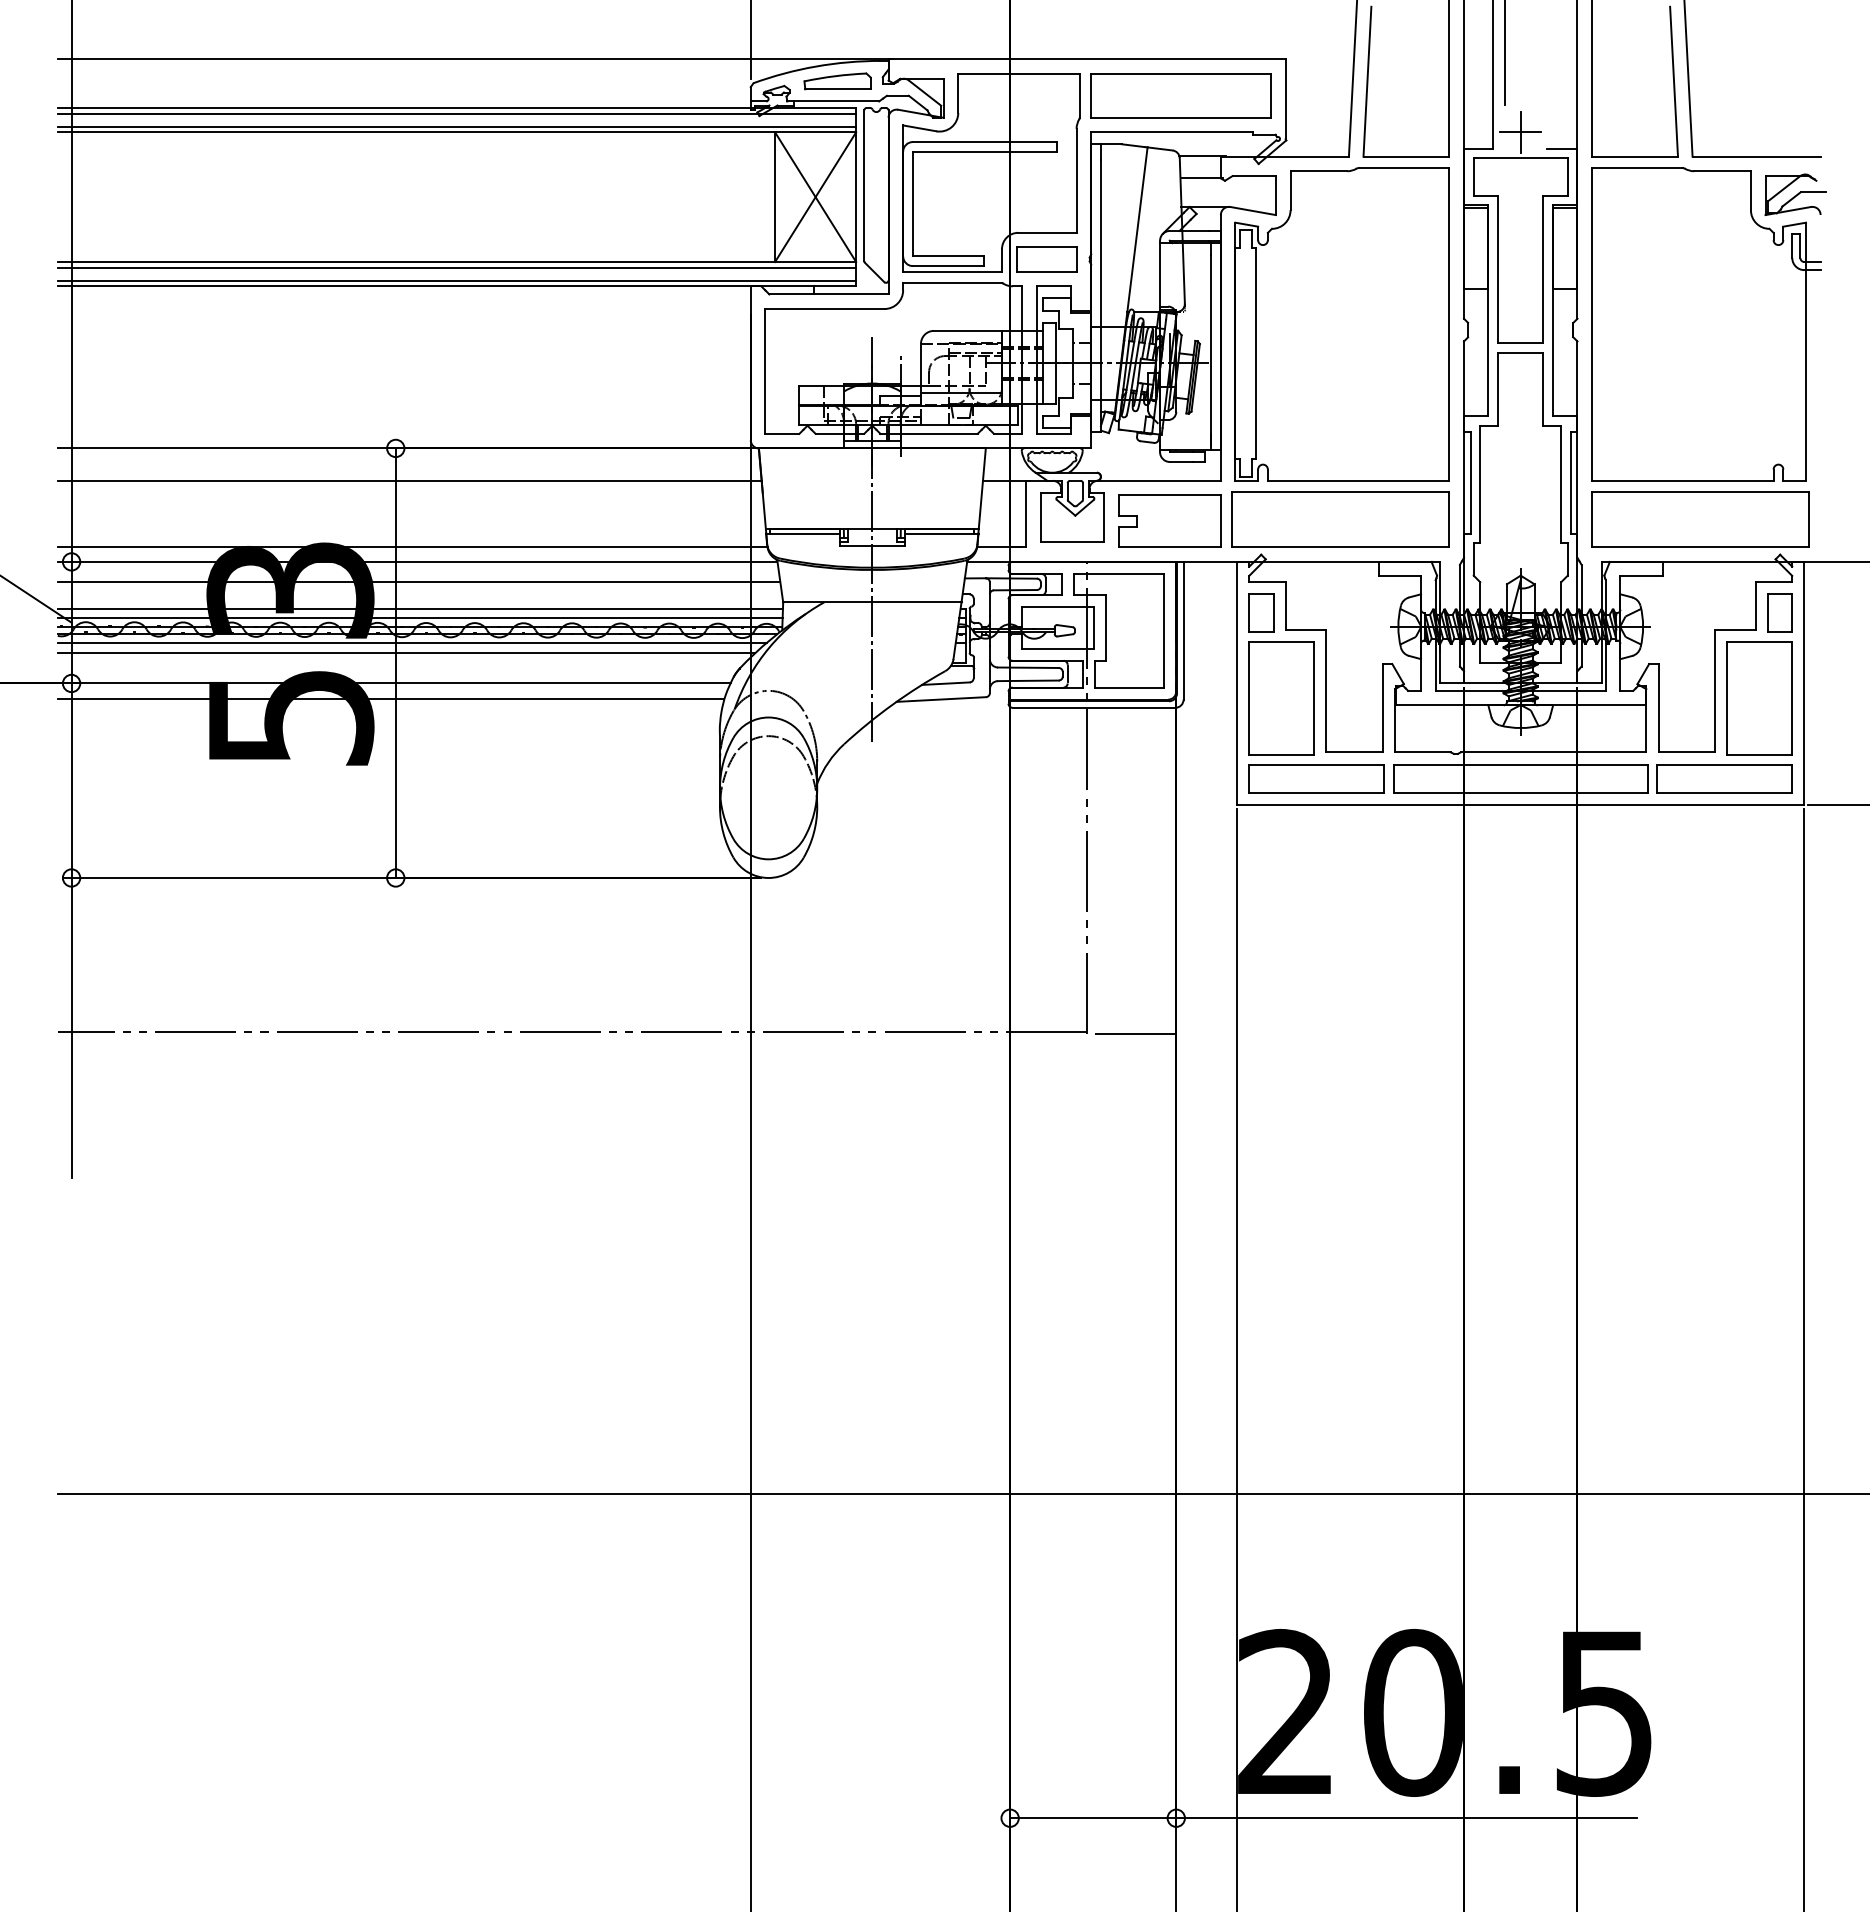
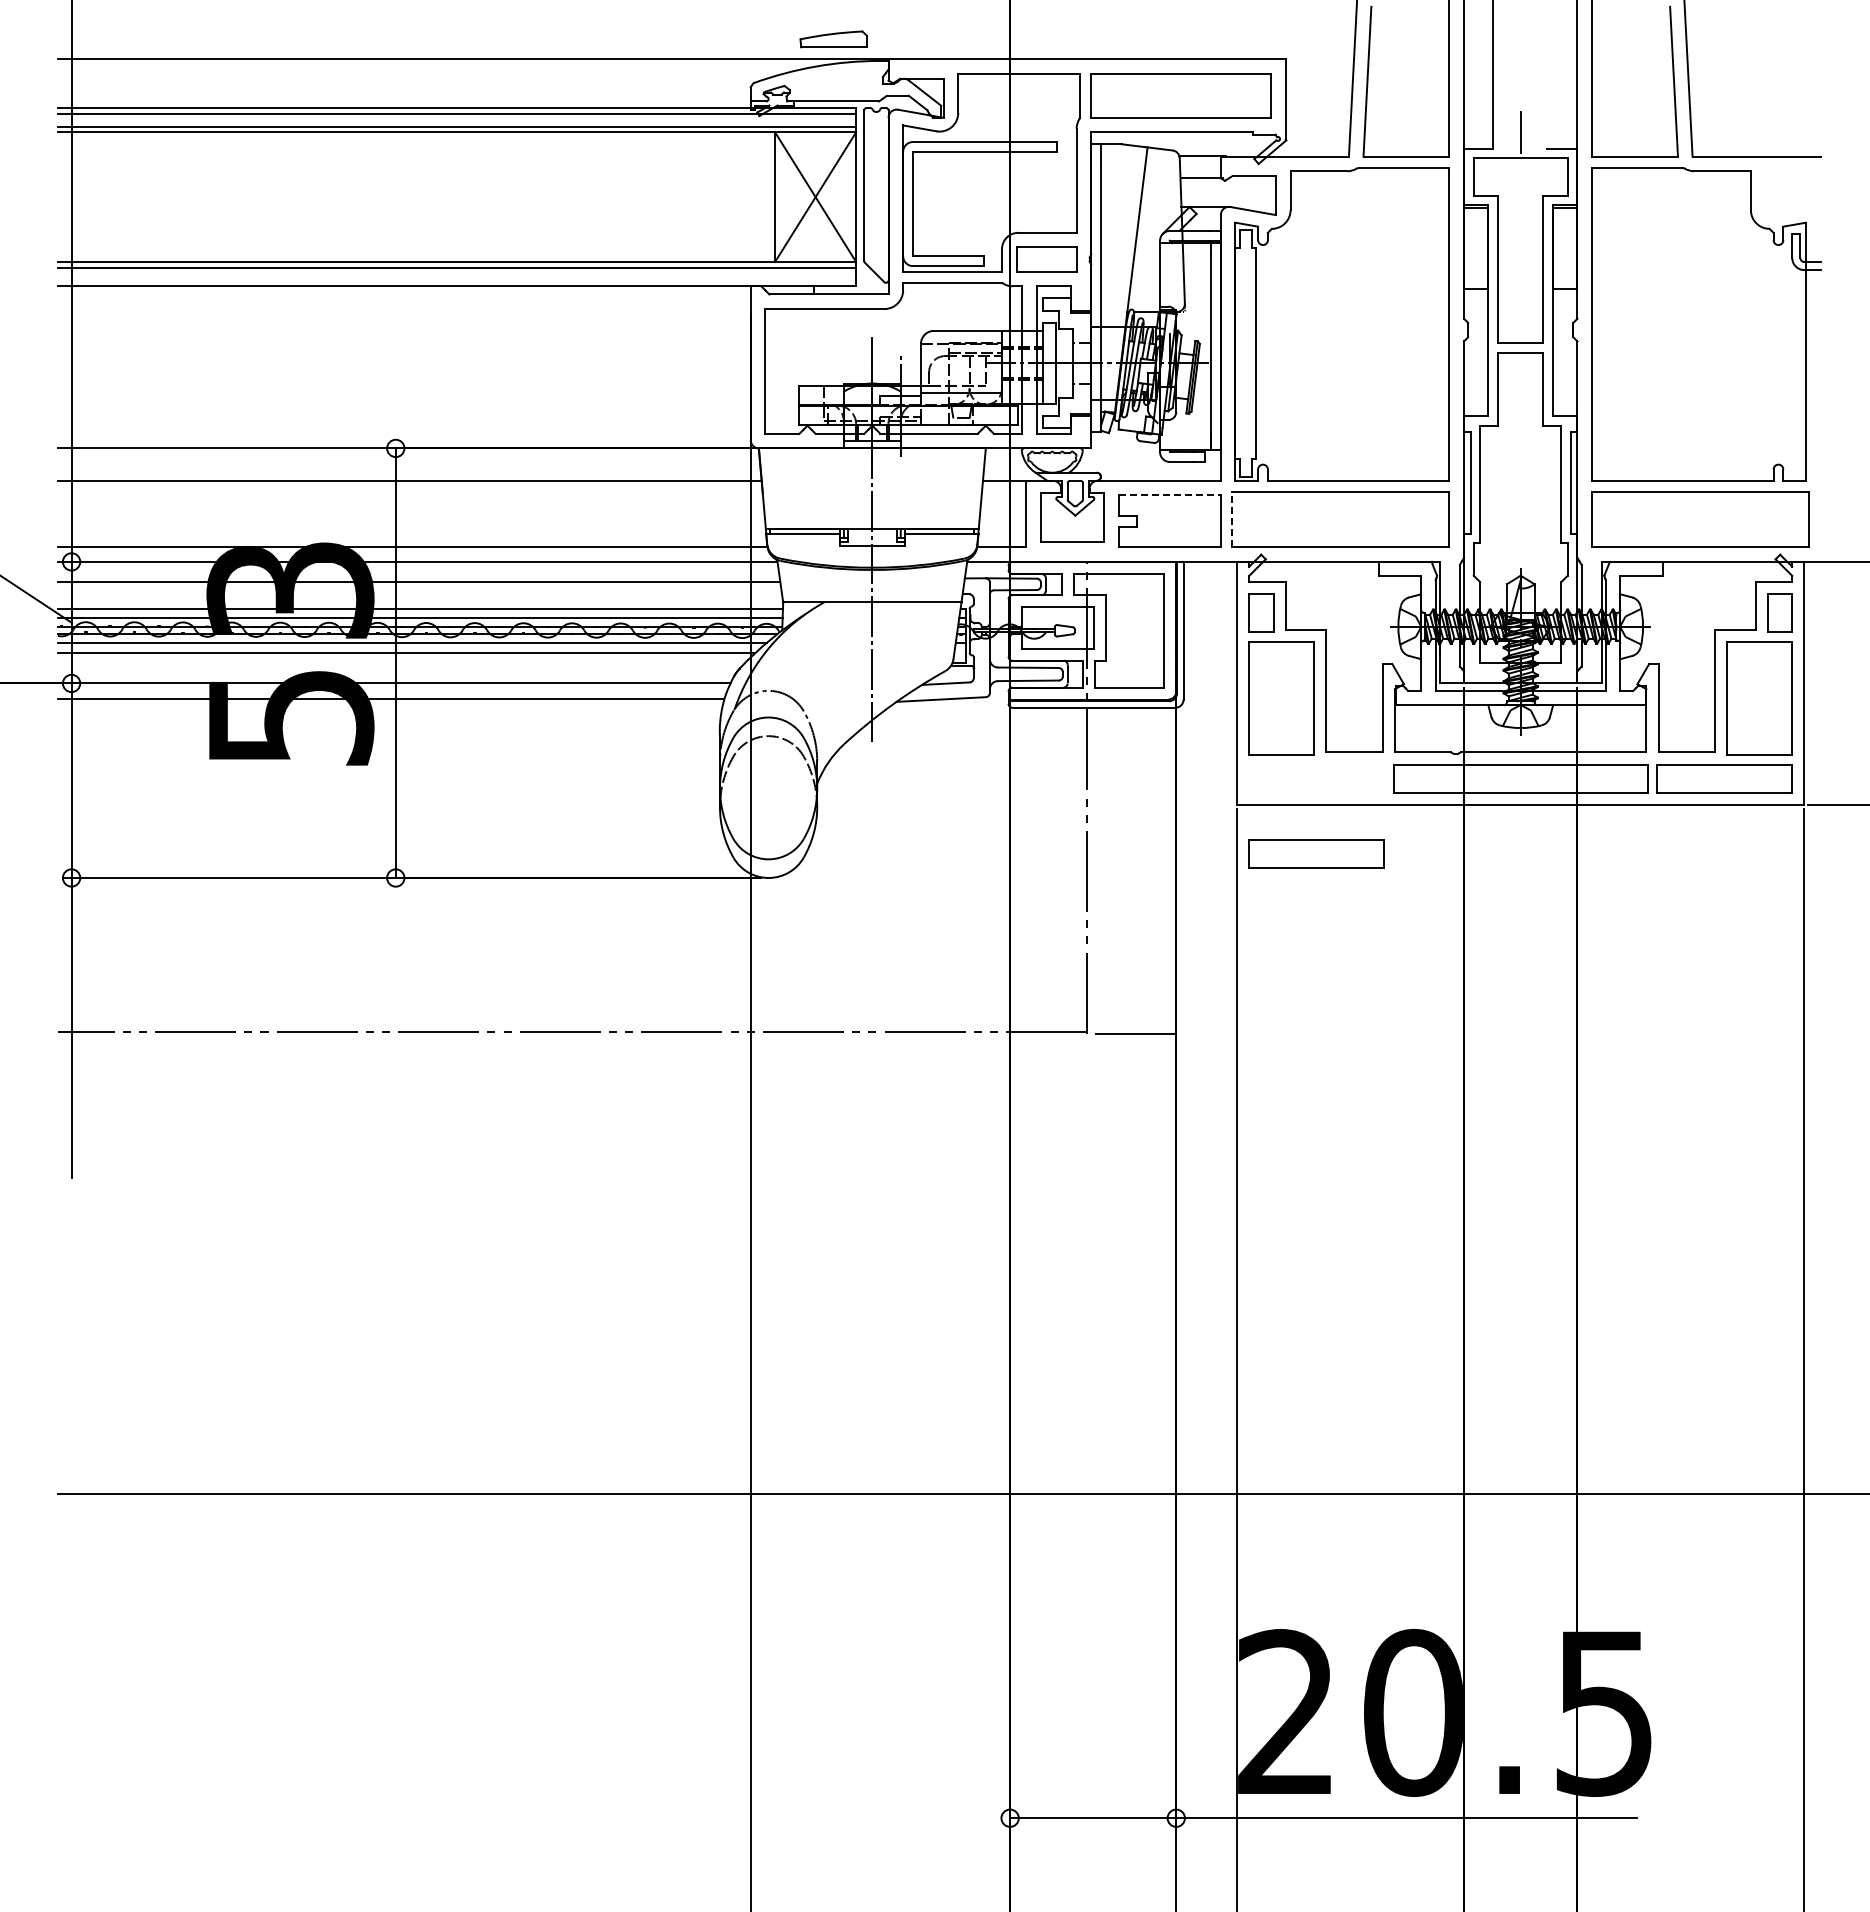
line at (750, 40): present -> none
line at (1505, 53): present -> none
part at (837, 81) position: (837, 81) -> (833, 39)
line at (1520, 132): present -> none
part at (1795, 194): present -> none
line at (456, 280): present -> none
line at (1170, 495): solid -> dashed
line at (1232, 519): solid -> dashed
part at (1316, 778) position: (1316, 778) -> (1316, 853)
